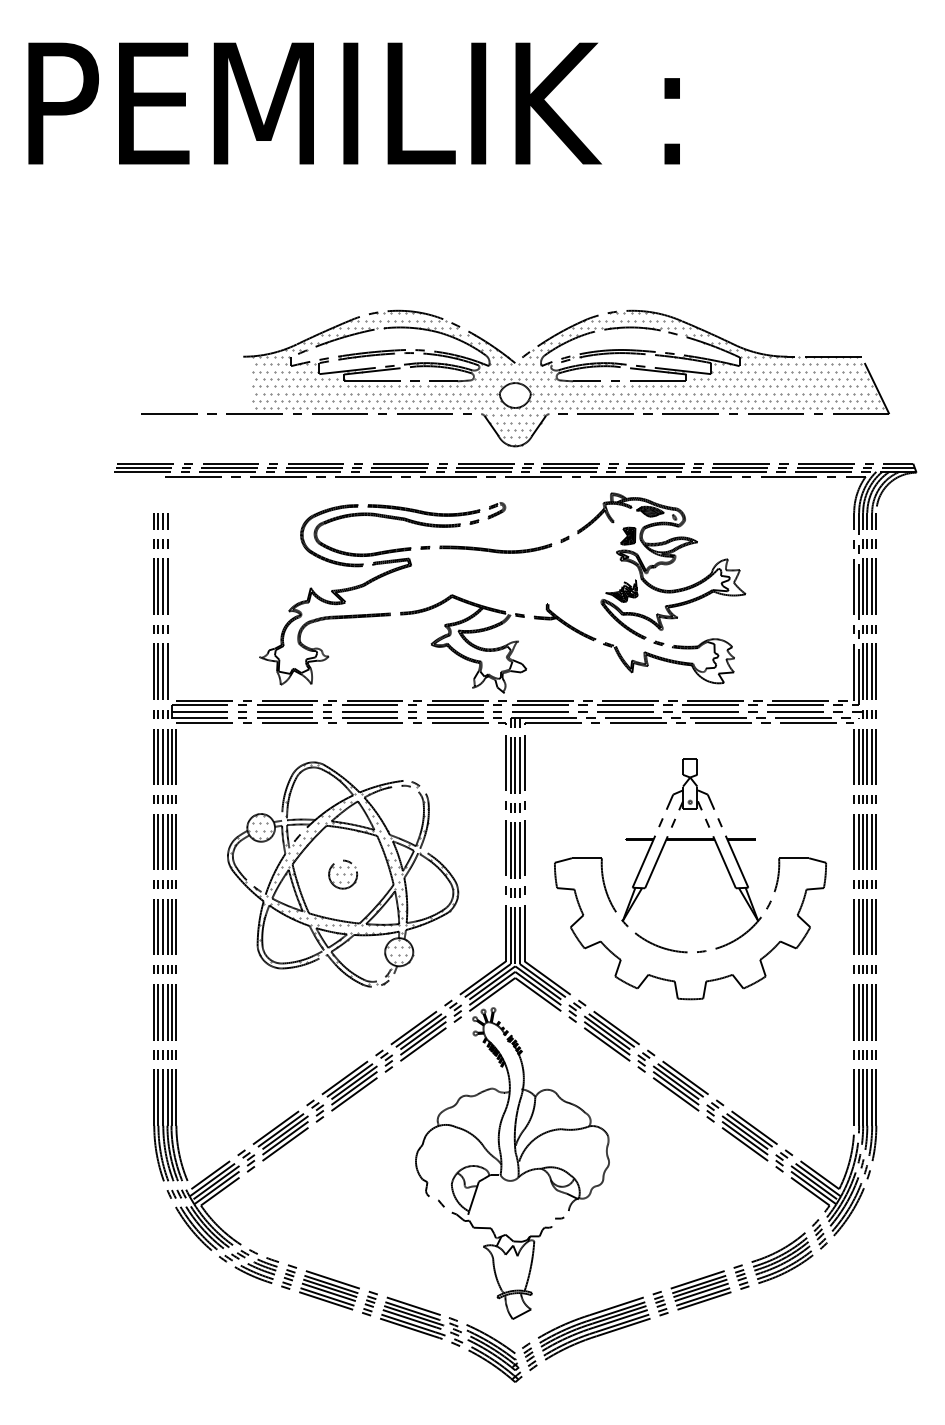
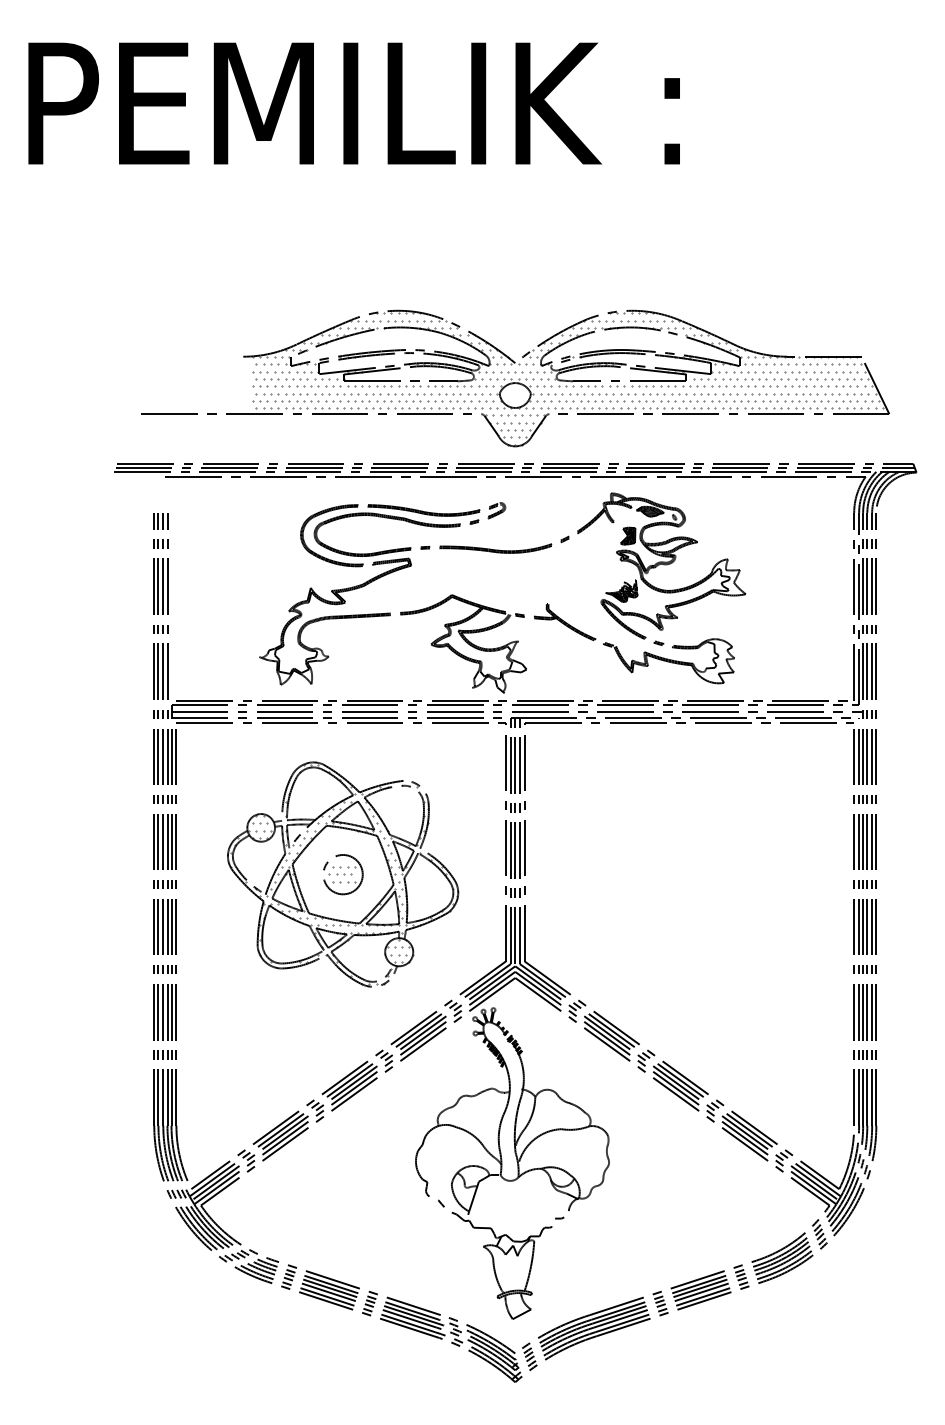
part at (656, 865): present -> none
circle at (343, 874) diameter: 28 px -> 39 px
